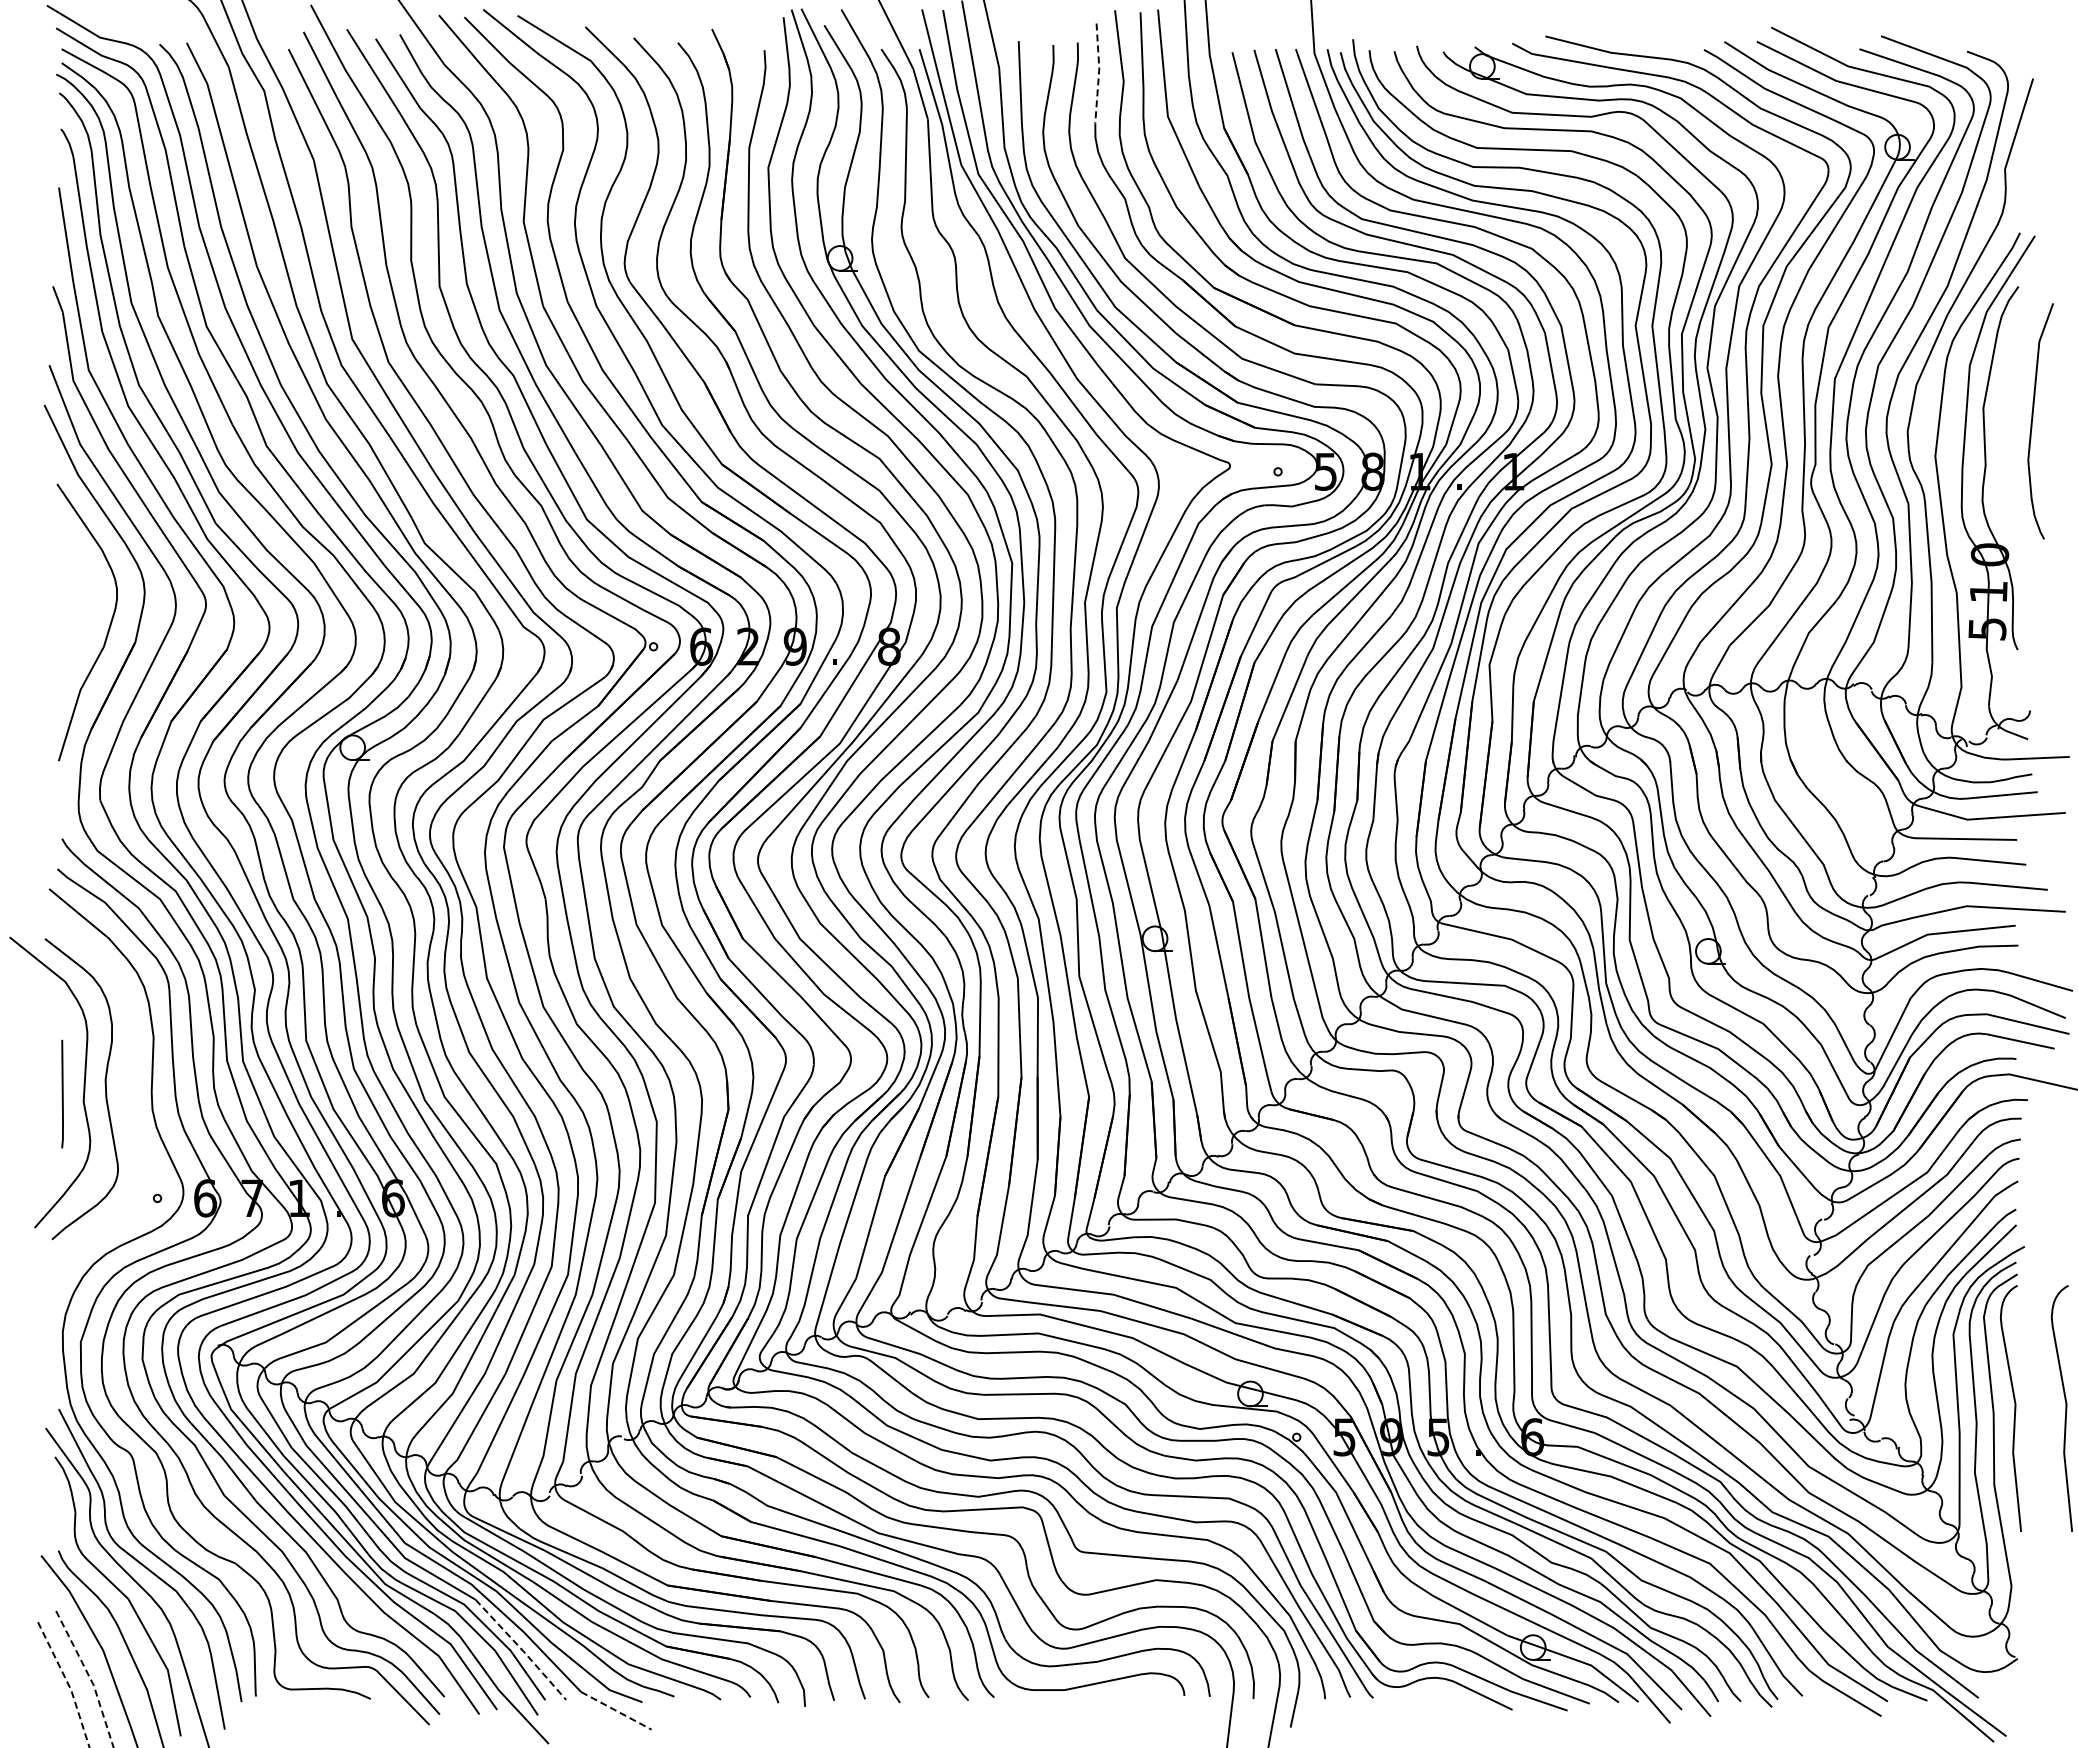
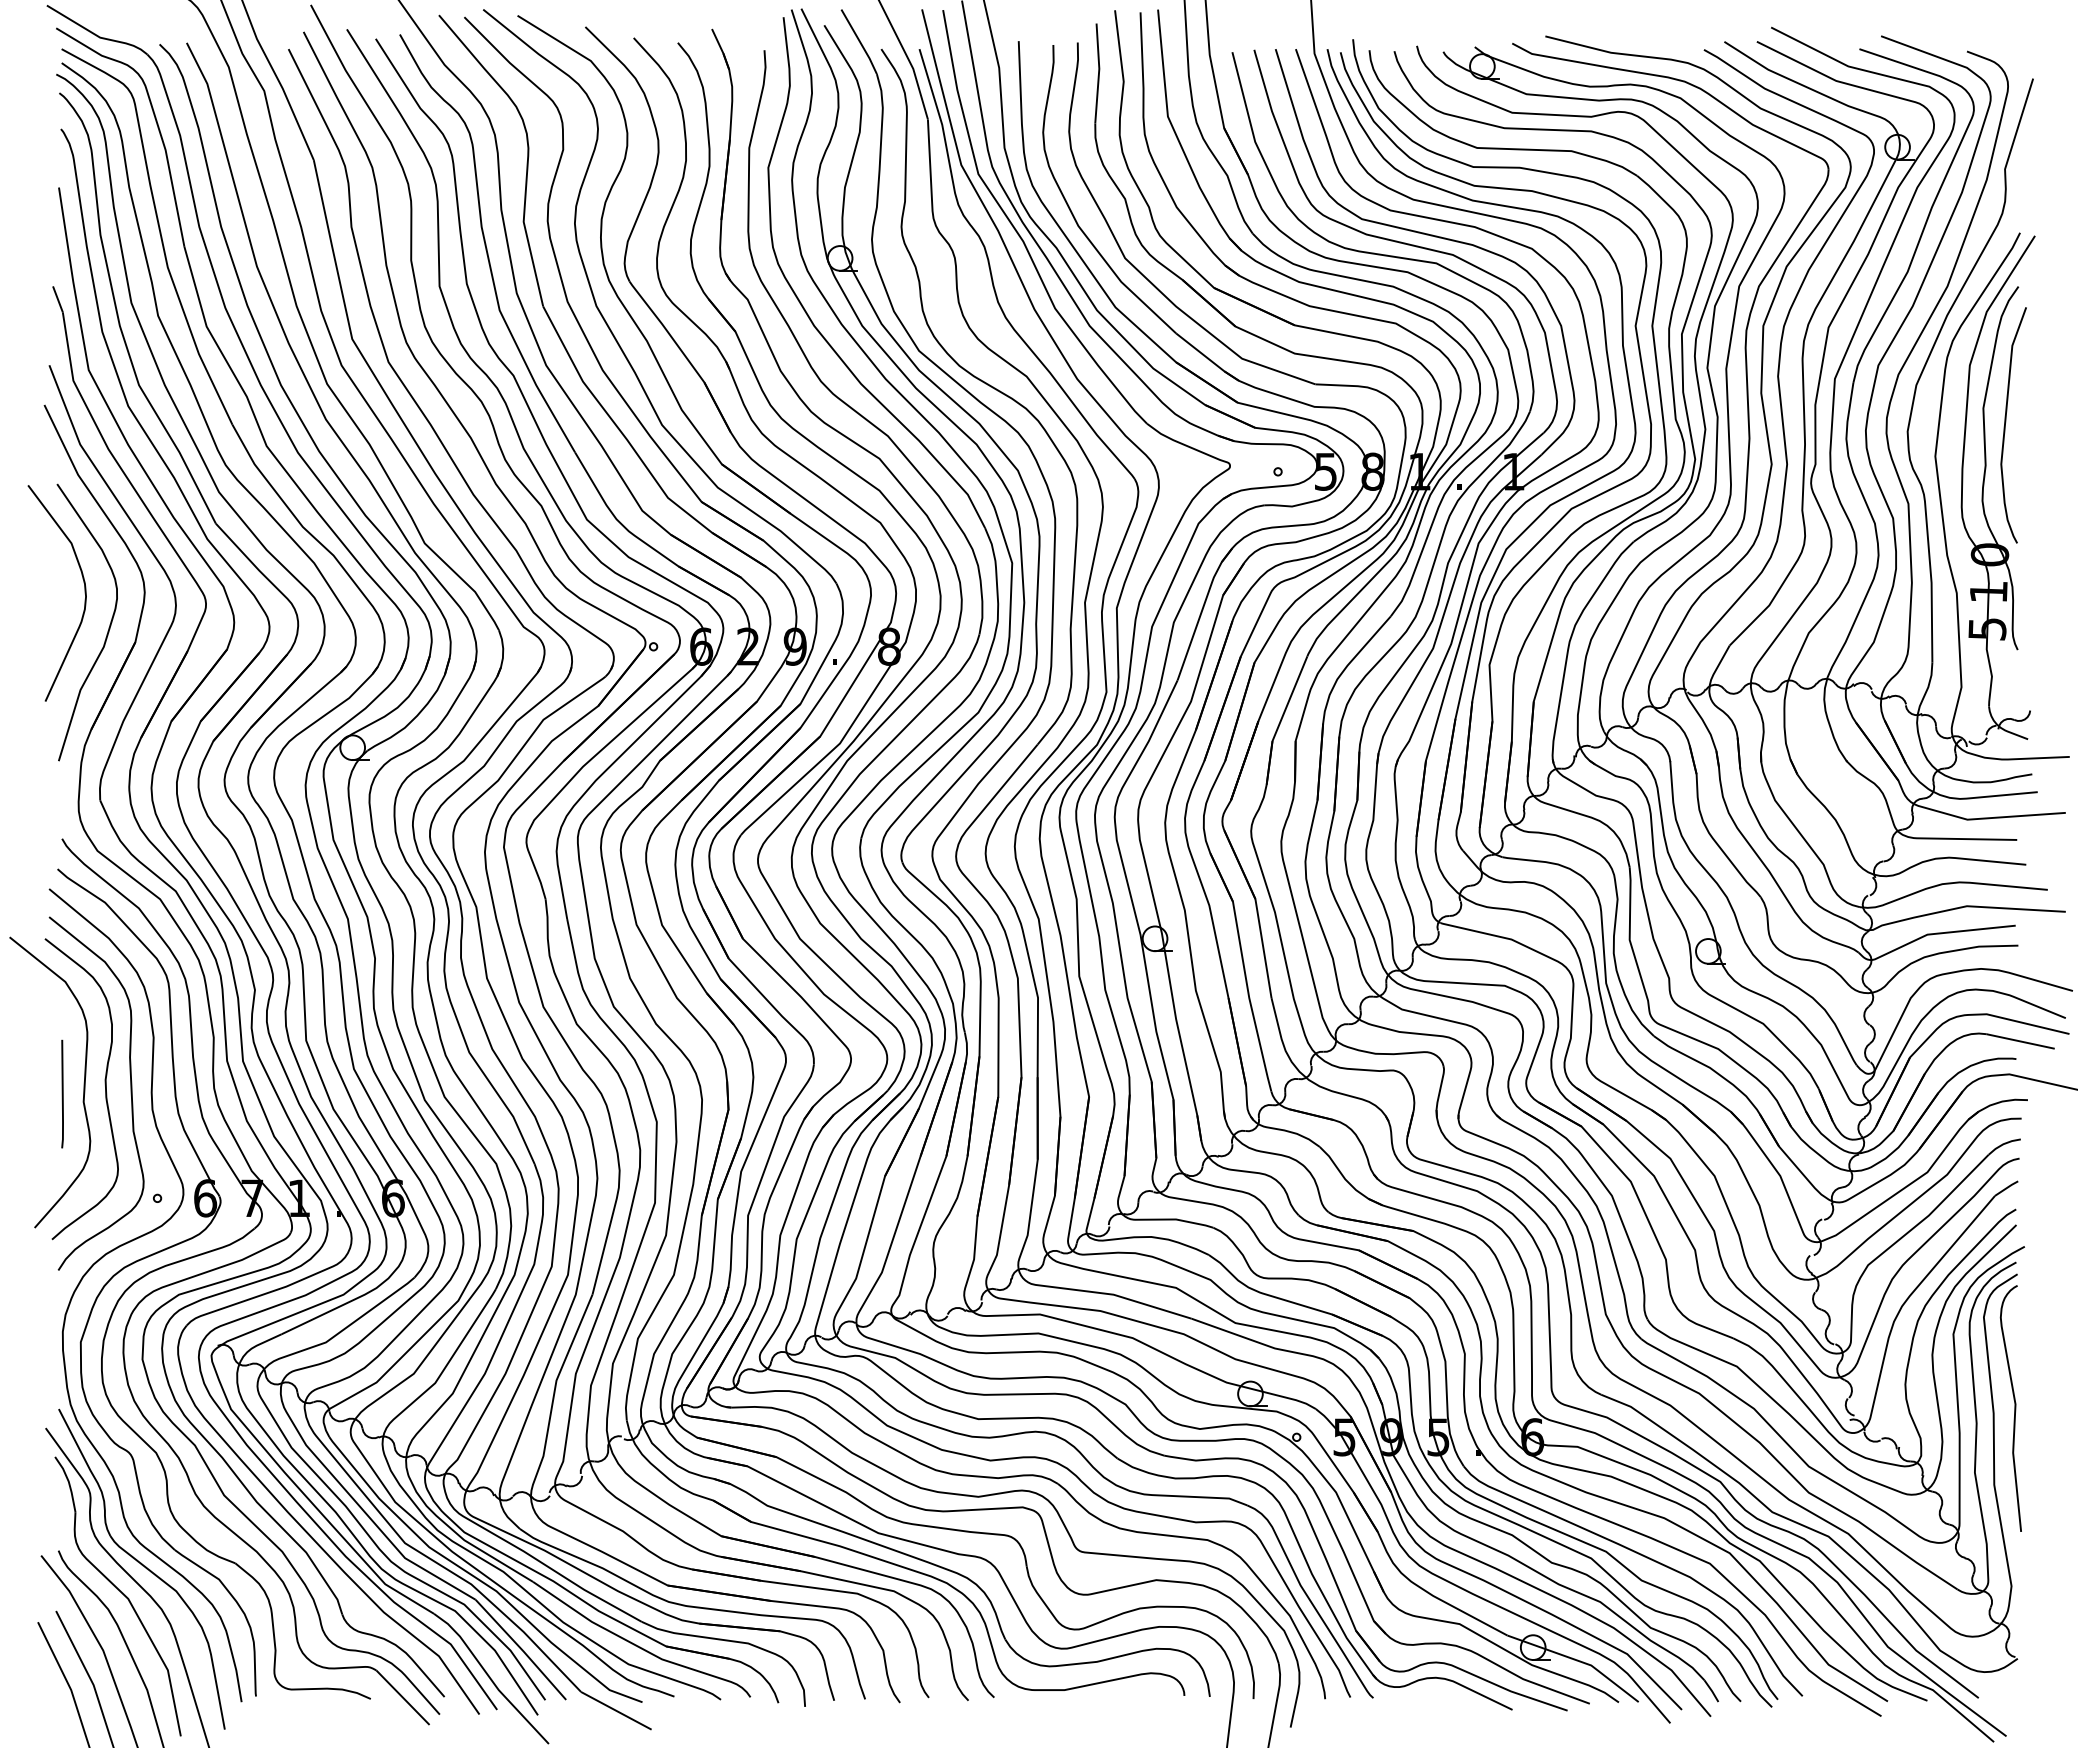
line at (1099, 72): dashed -> solid
curve at (2033, 418) position: (2033, 418) -> (2006, 422)
curve at (84, 593): none -> present
curve at (130, 1093): none -> present
curve at (2065, 1408): present -> none
line at (522, 1650): dashed -> solid
line at (90, 1678): dashed -> solid
line at (68, 1683): dashed -> solid
line at (616, 1710): dashed -> solid
